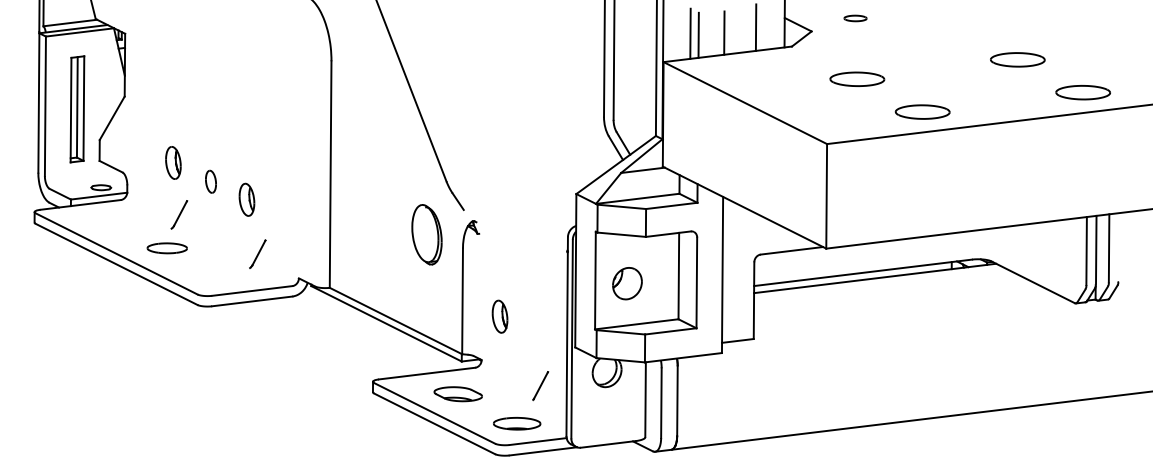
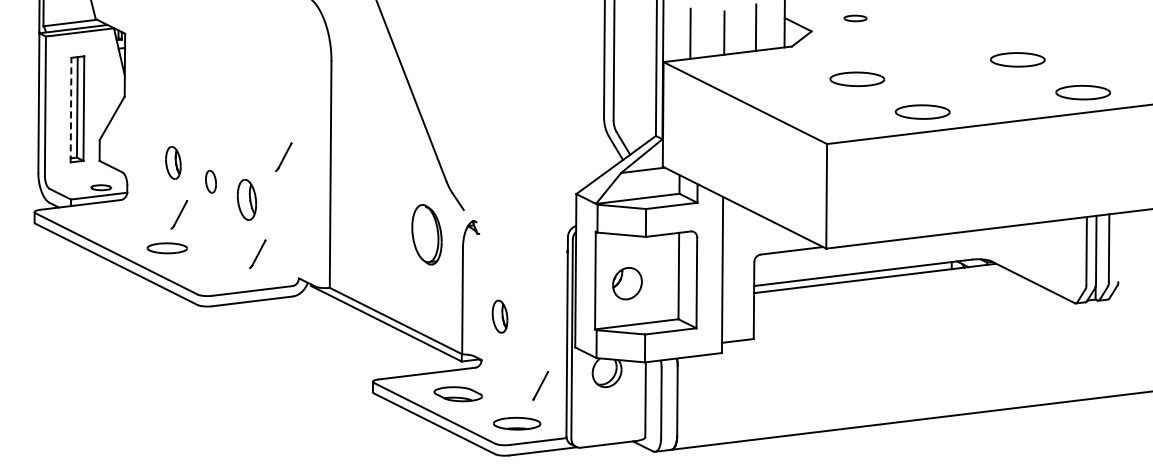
line at (698, 34): present -> none
line at (71, 109): solid -> dashed
line at (283, 156): none -> present
part at (246, 199) size: 18x35 px -> 22x43 px
